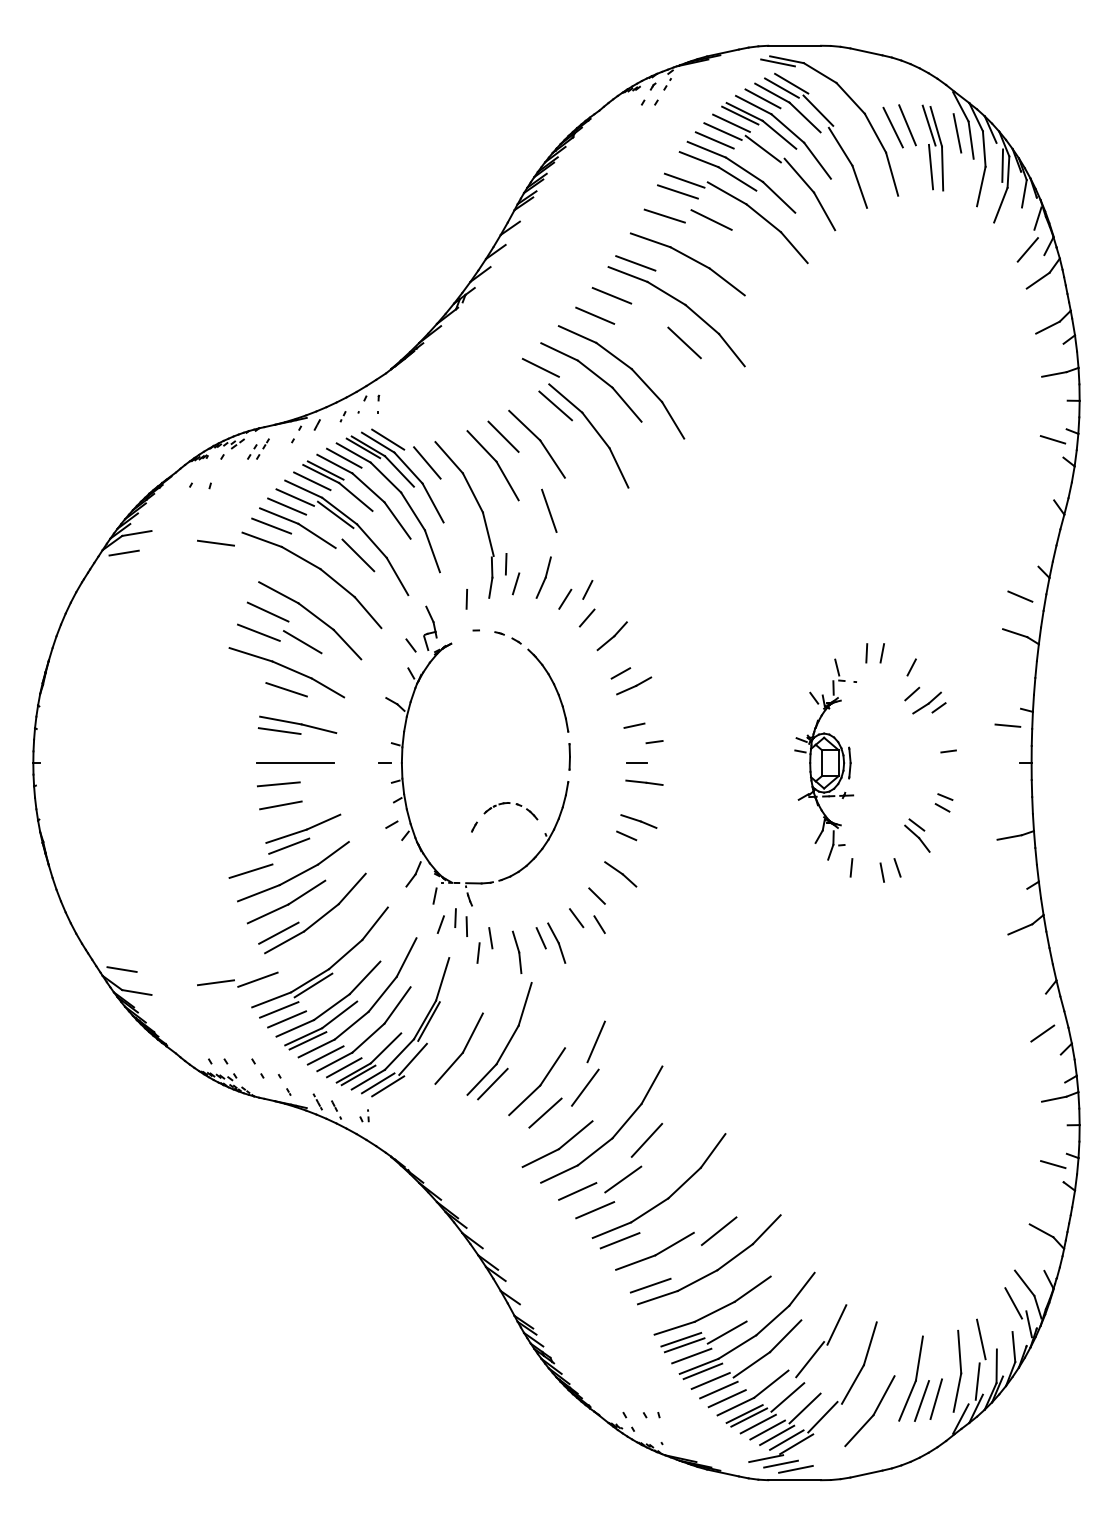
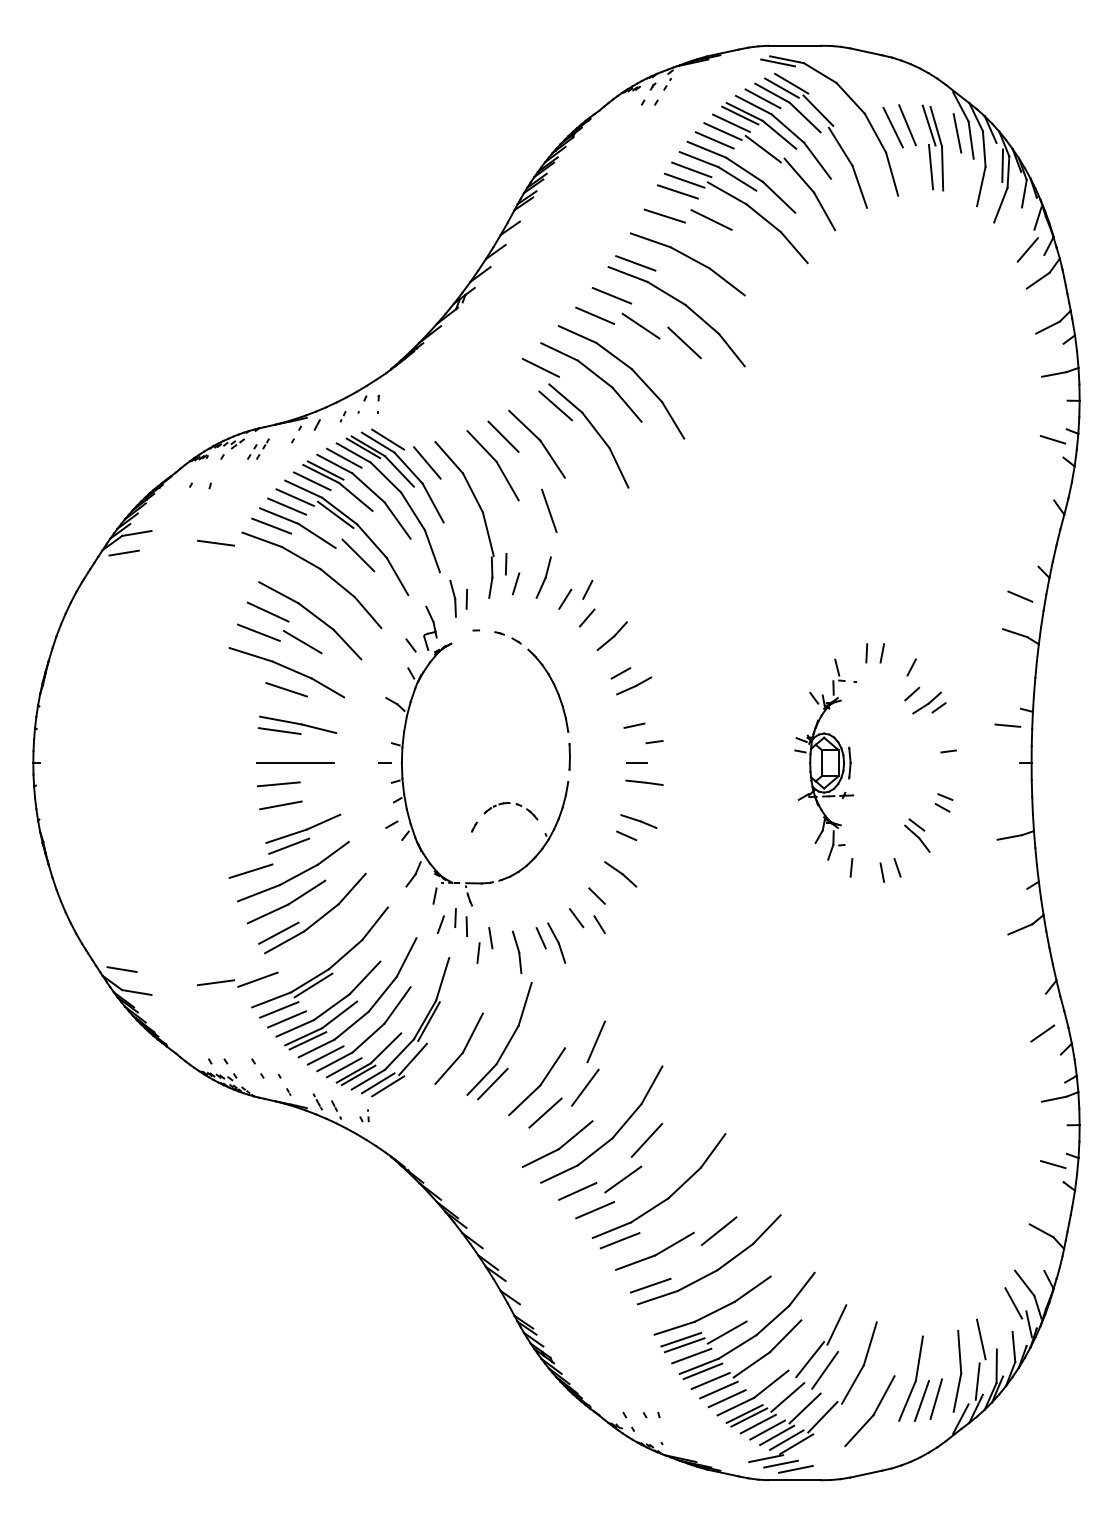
line at (691, 169): none -> present
line at (640, 325): none -> present
part at (452, 598): none -> present
line at (825, 1370): none -> present
